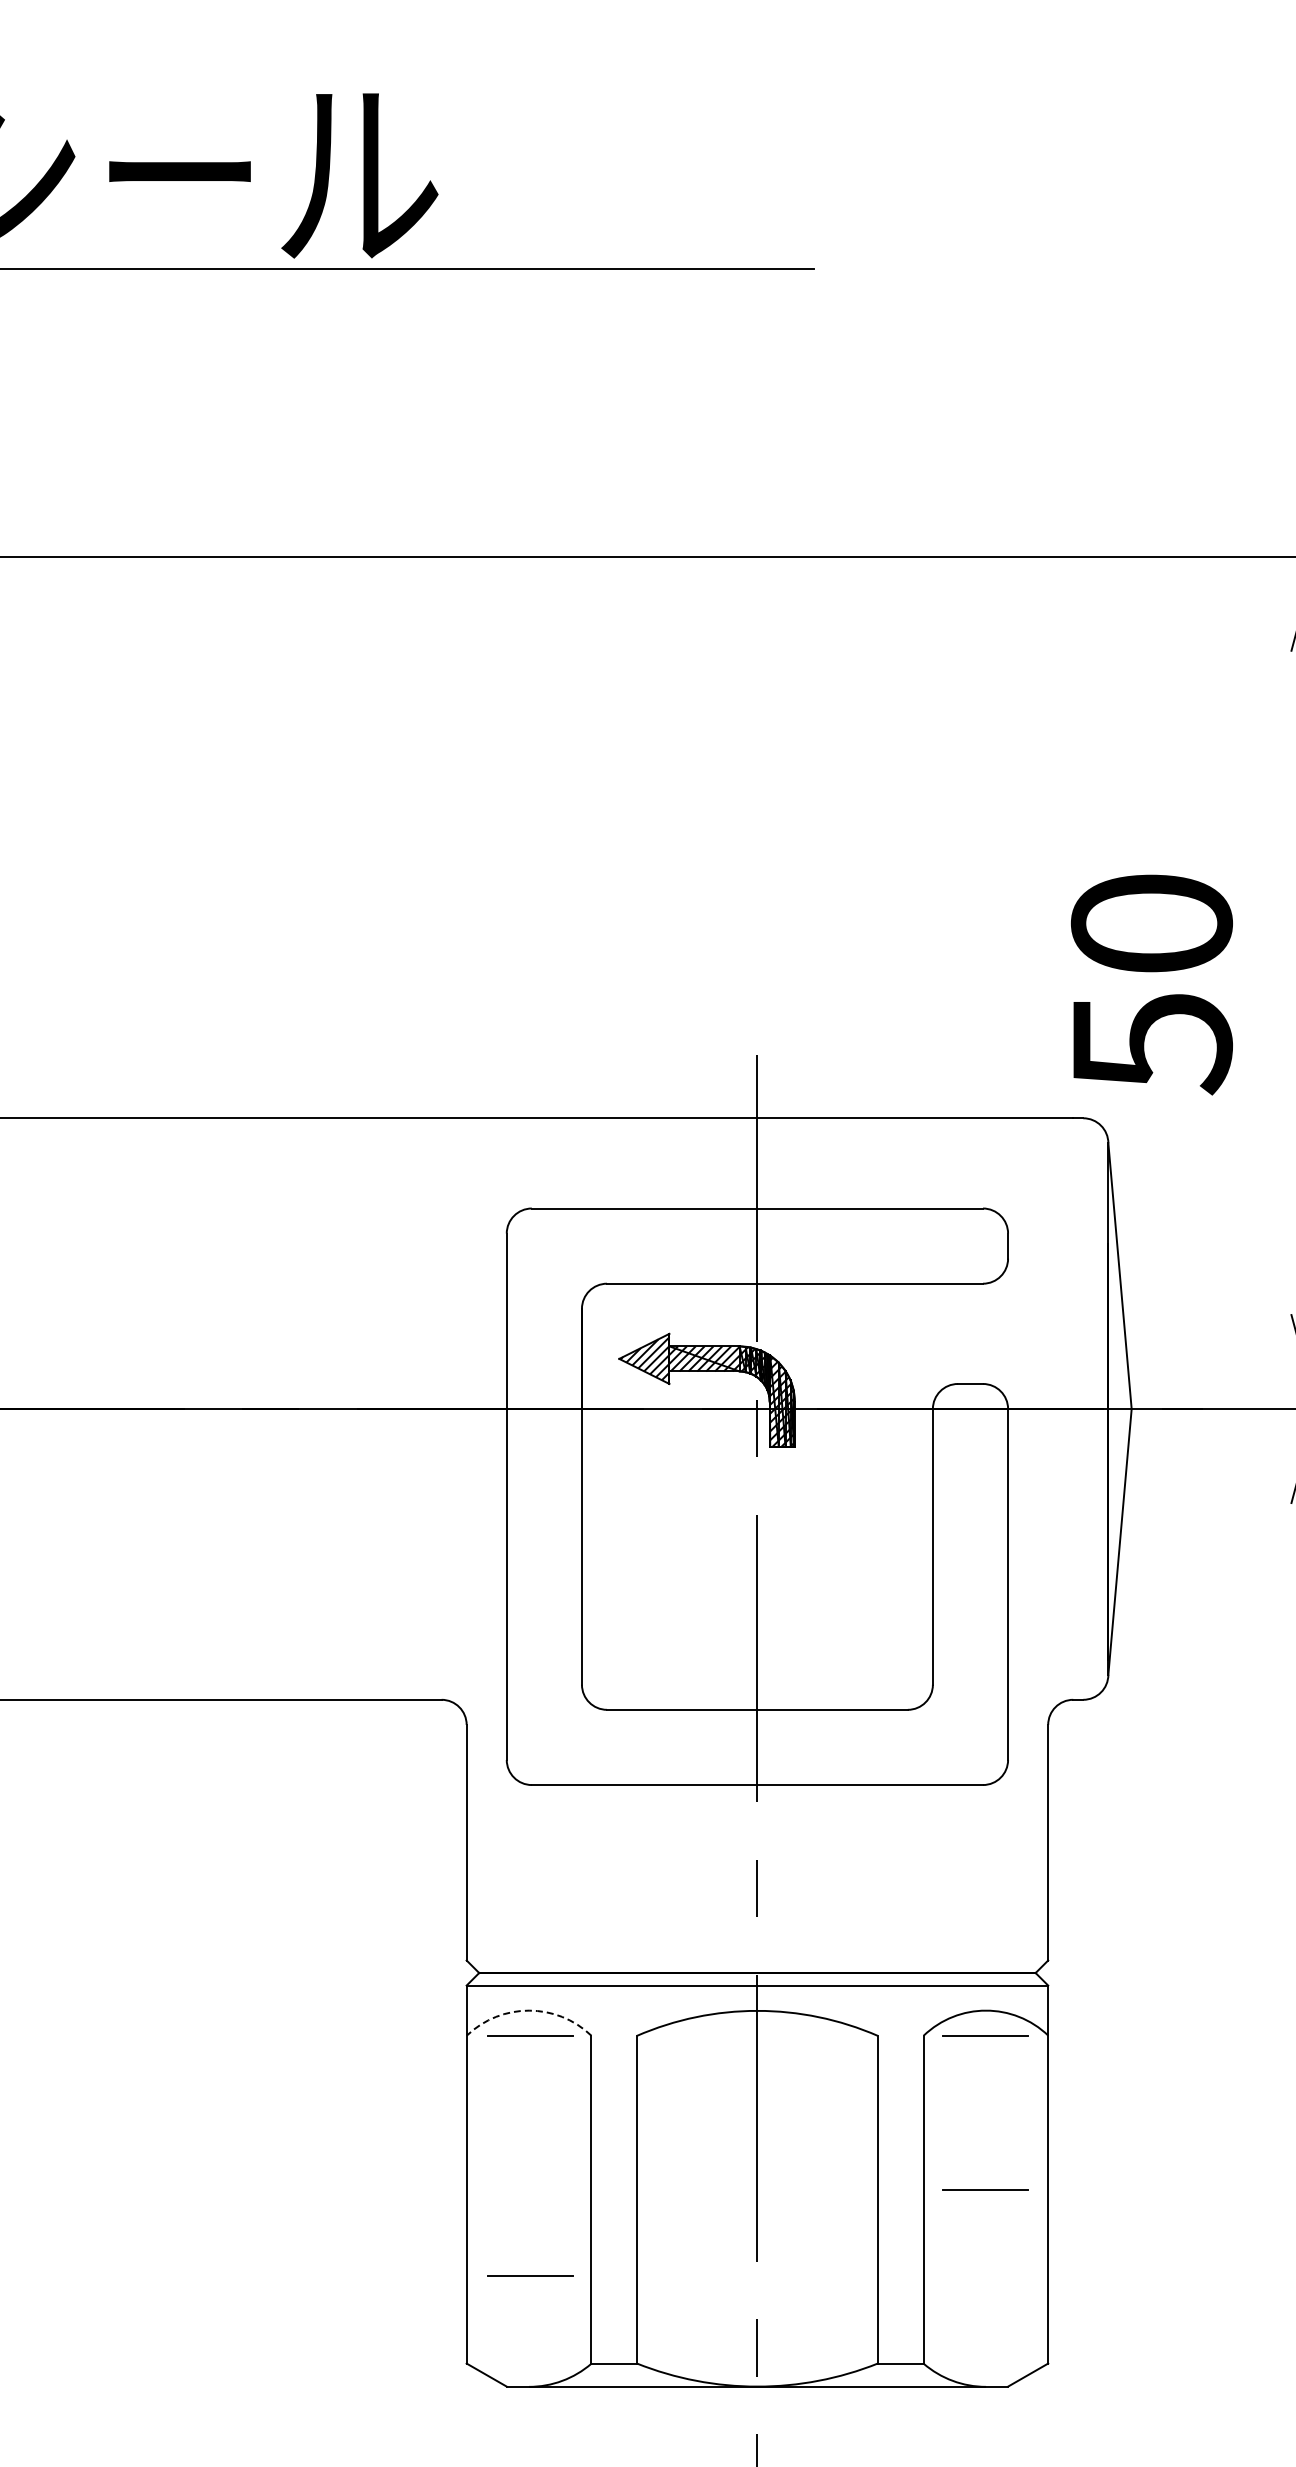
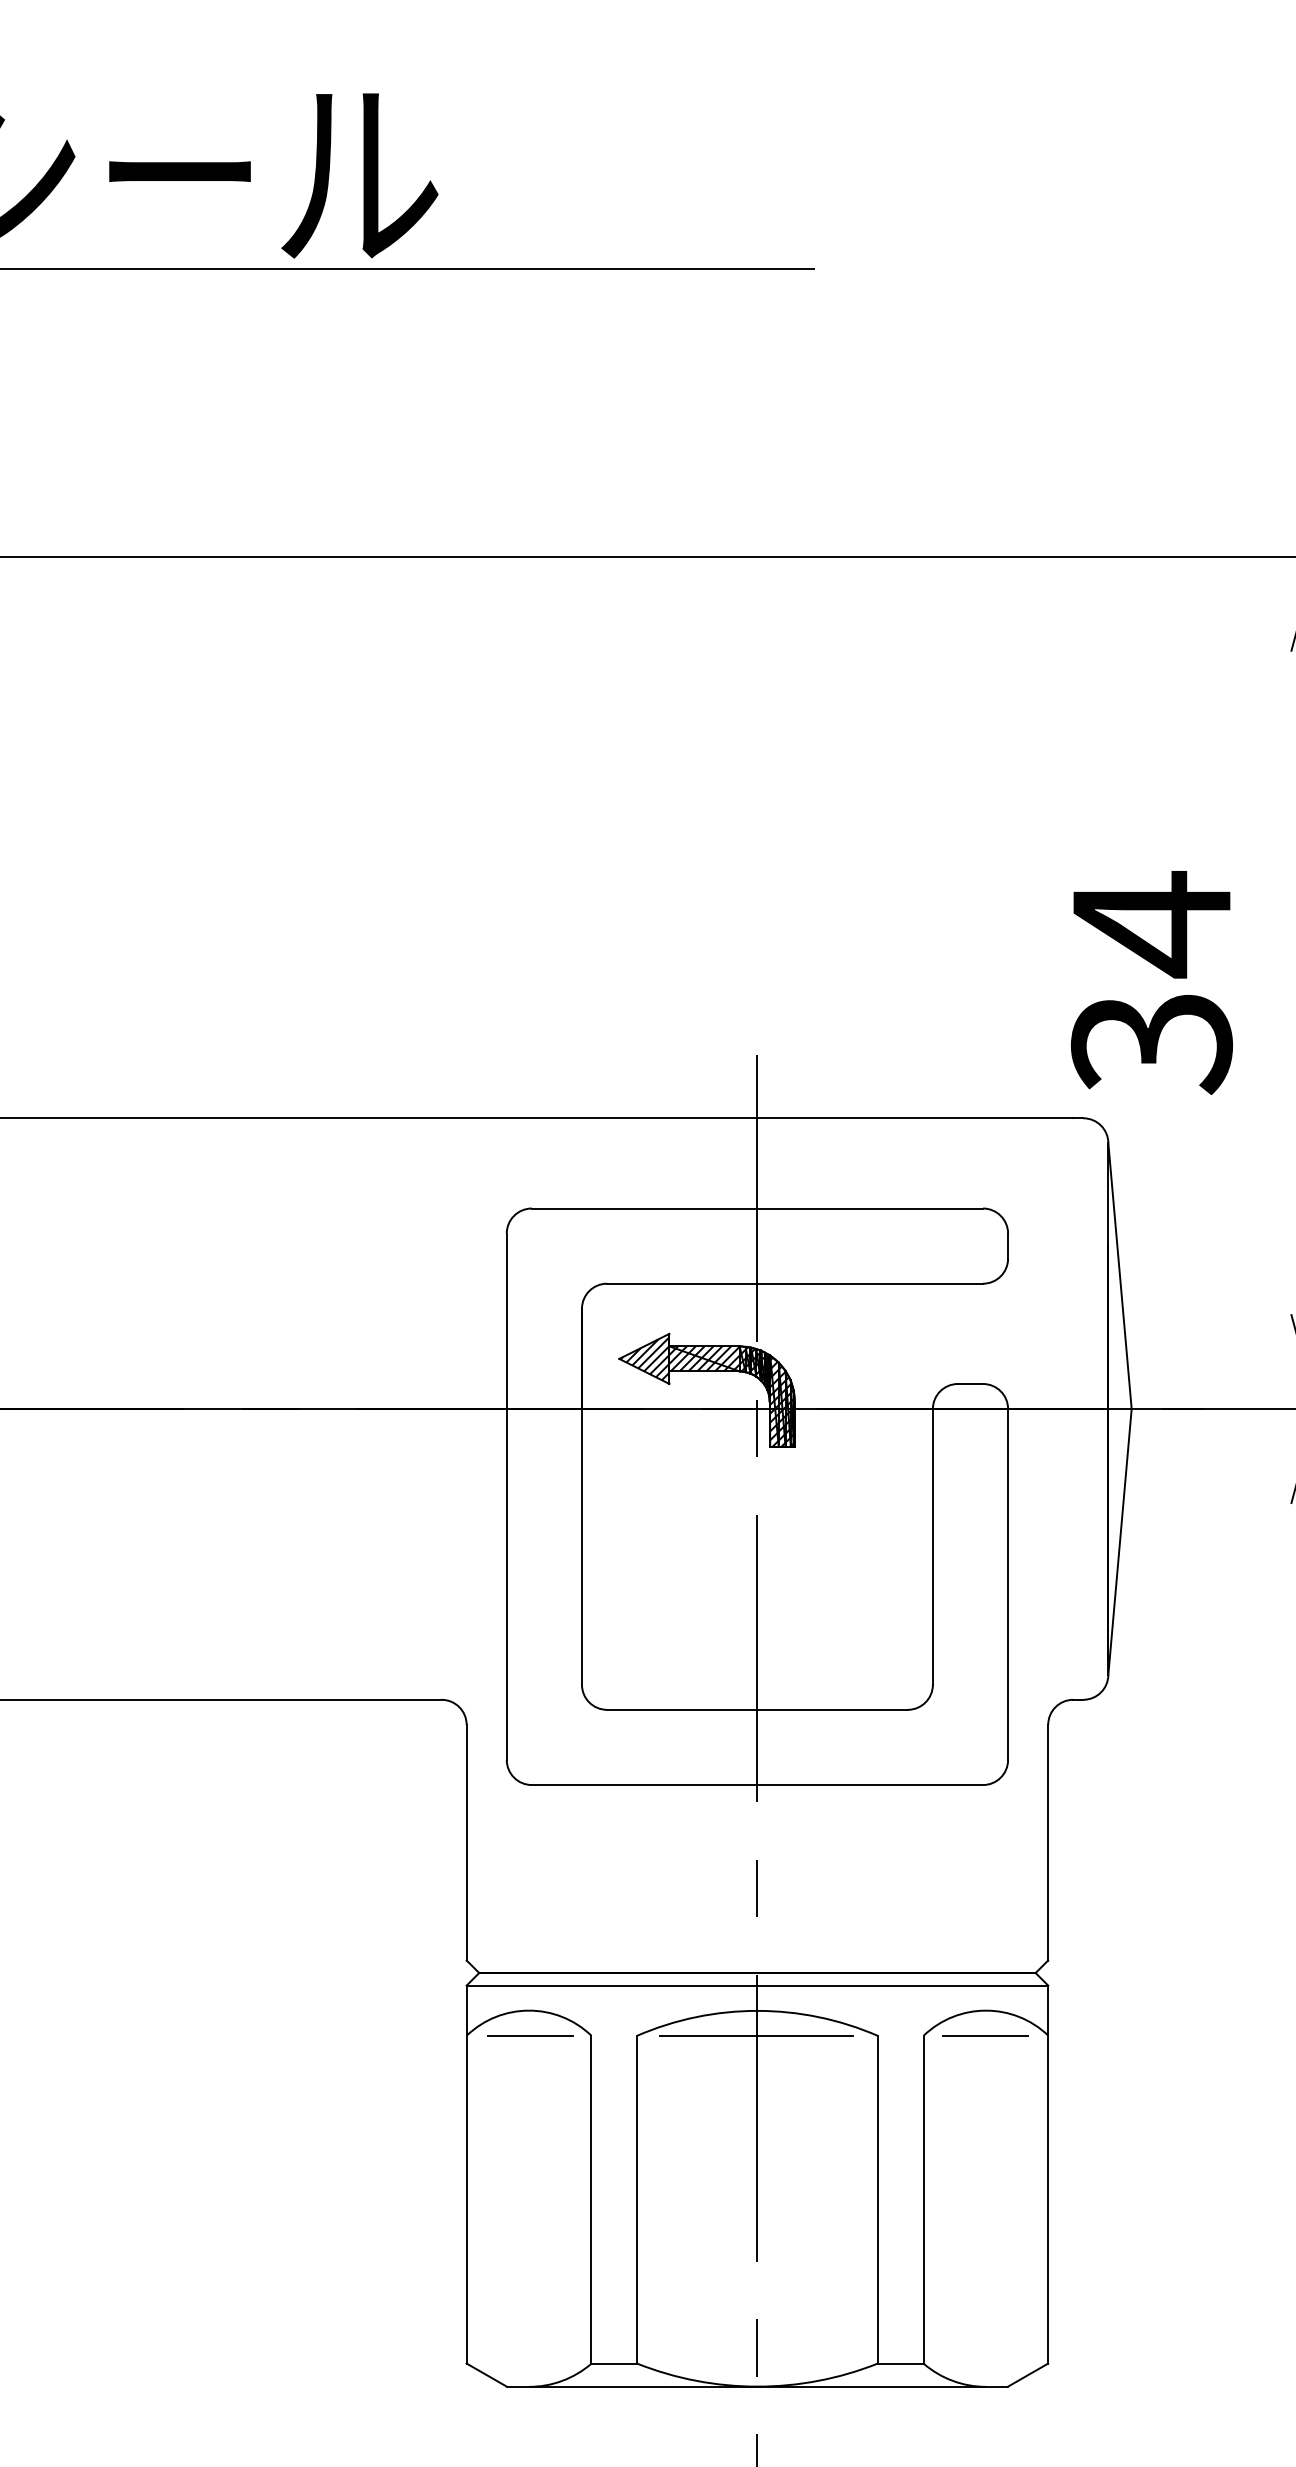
text at (1151, 983): 50 -> 34
arc at (529, 2010): dashed -> solid
line at (756, 2035): none -> present
line at (985, 2189): present -> none
line at (530, 2275): present -> none
